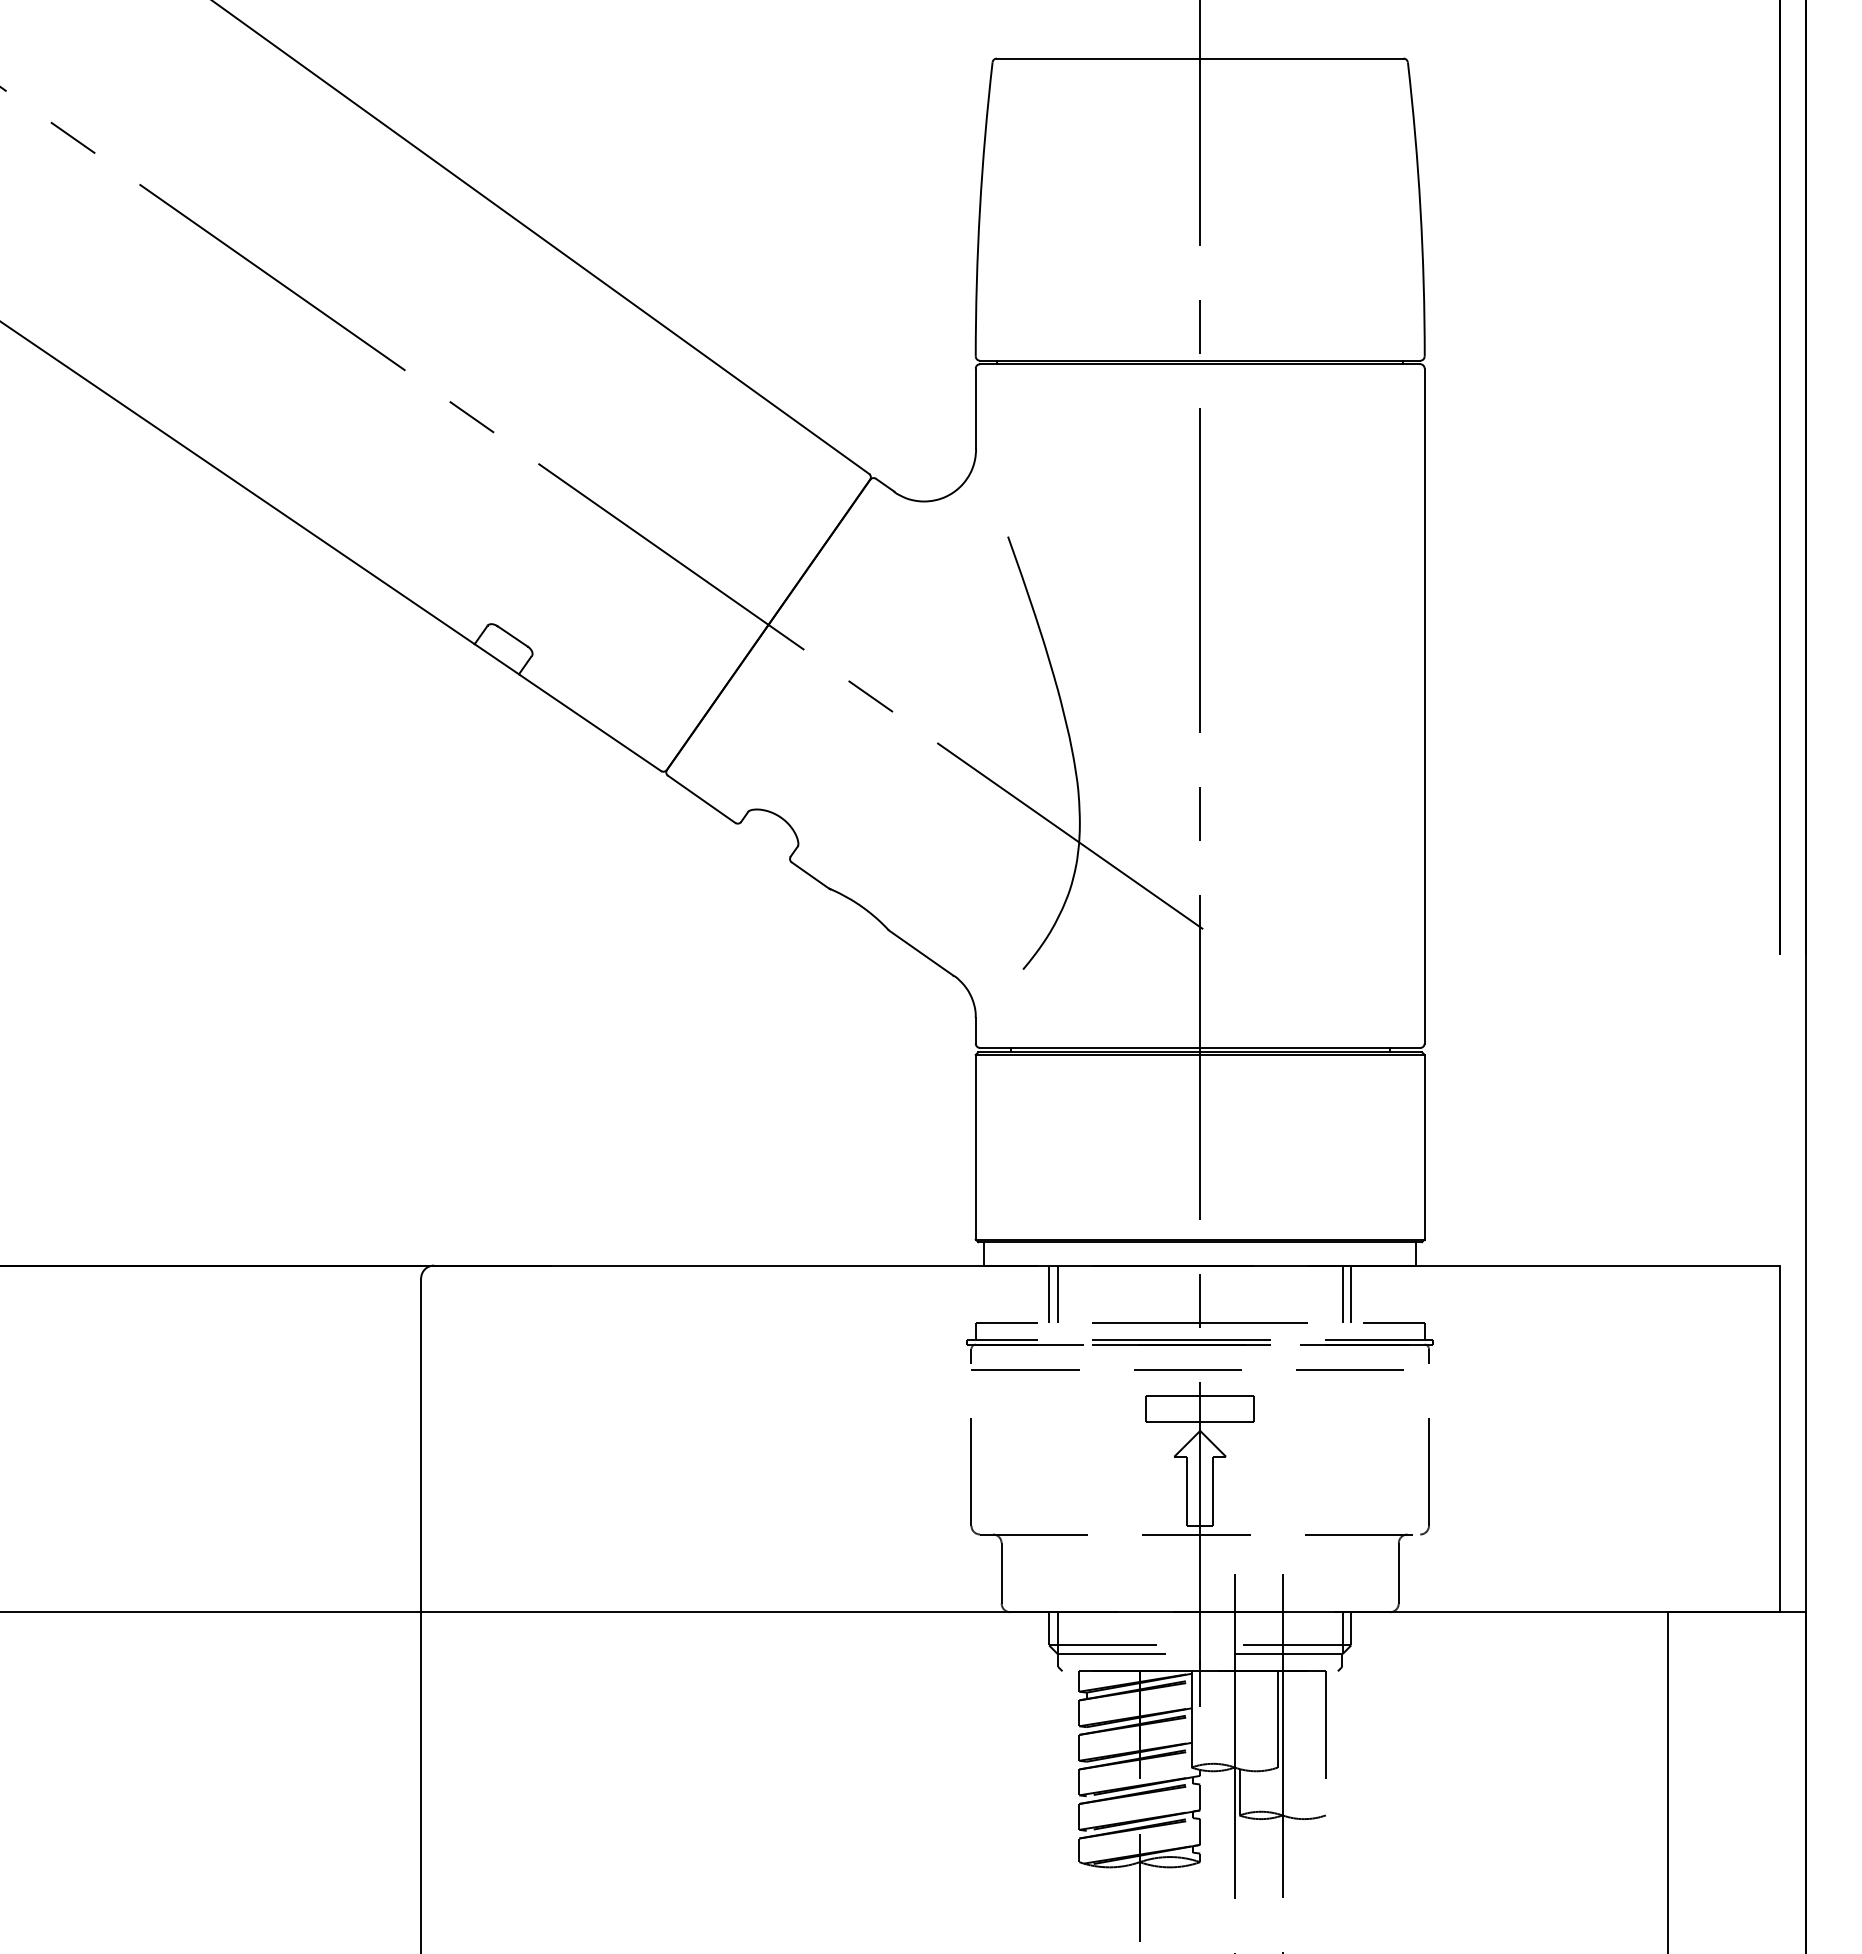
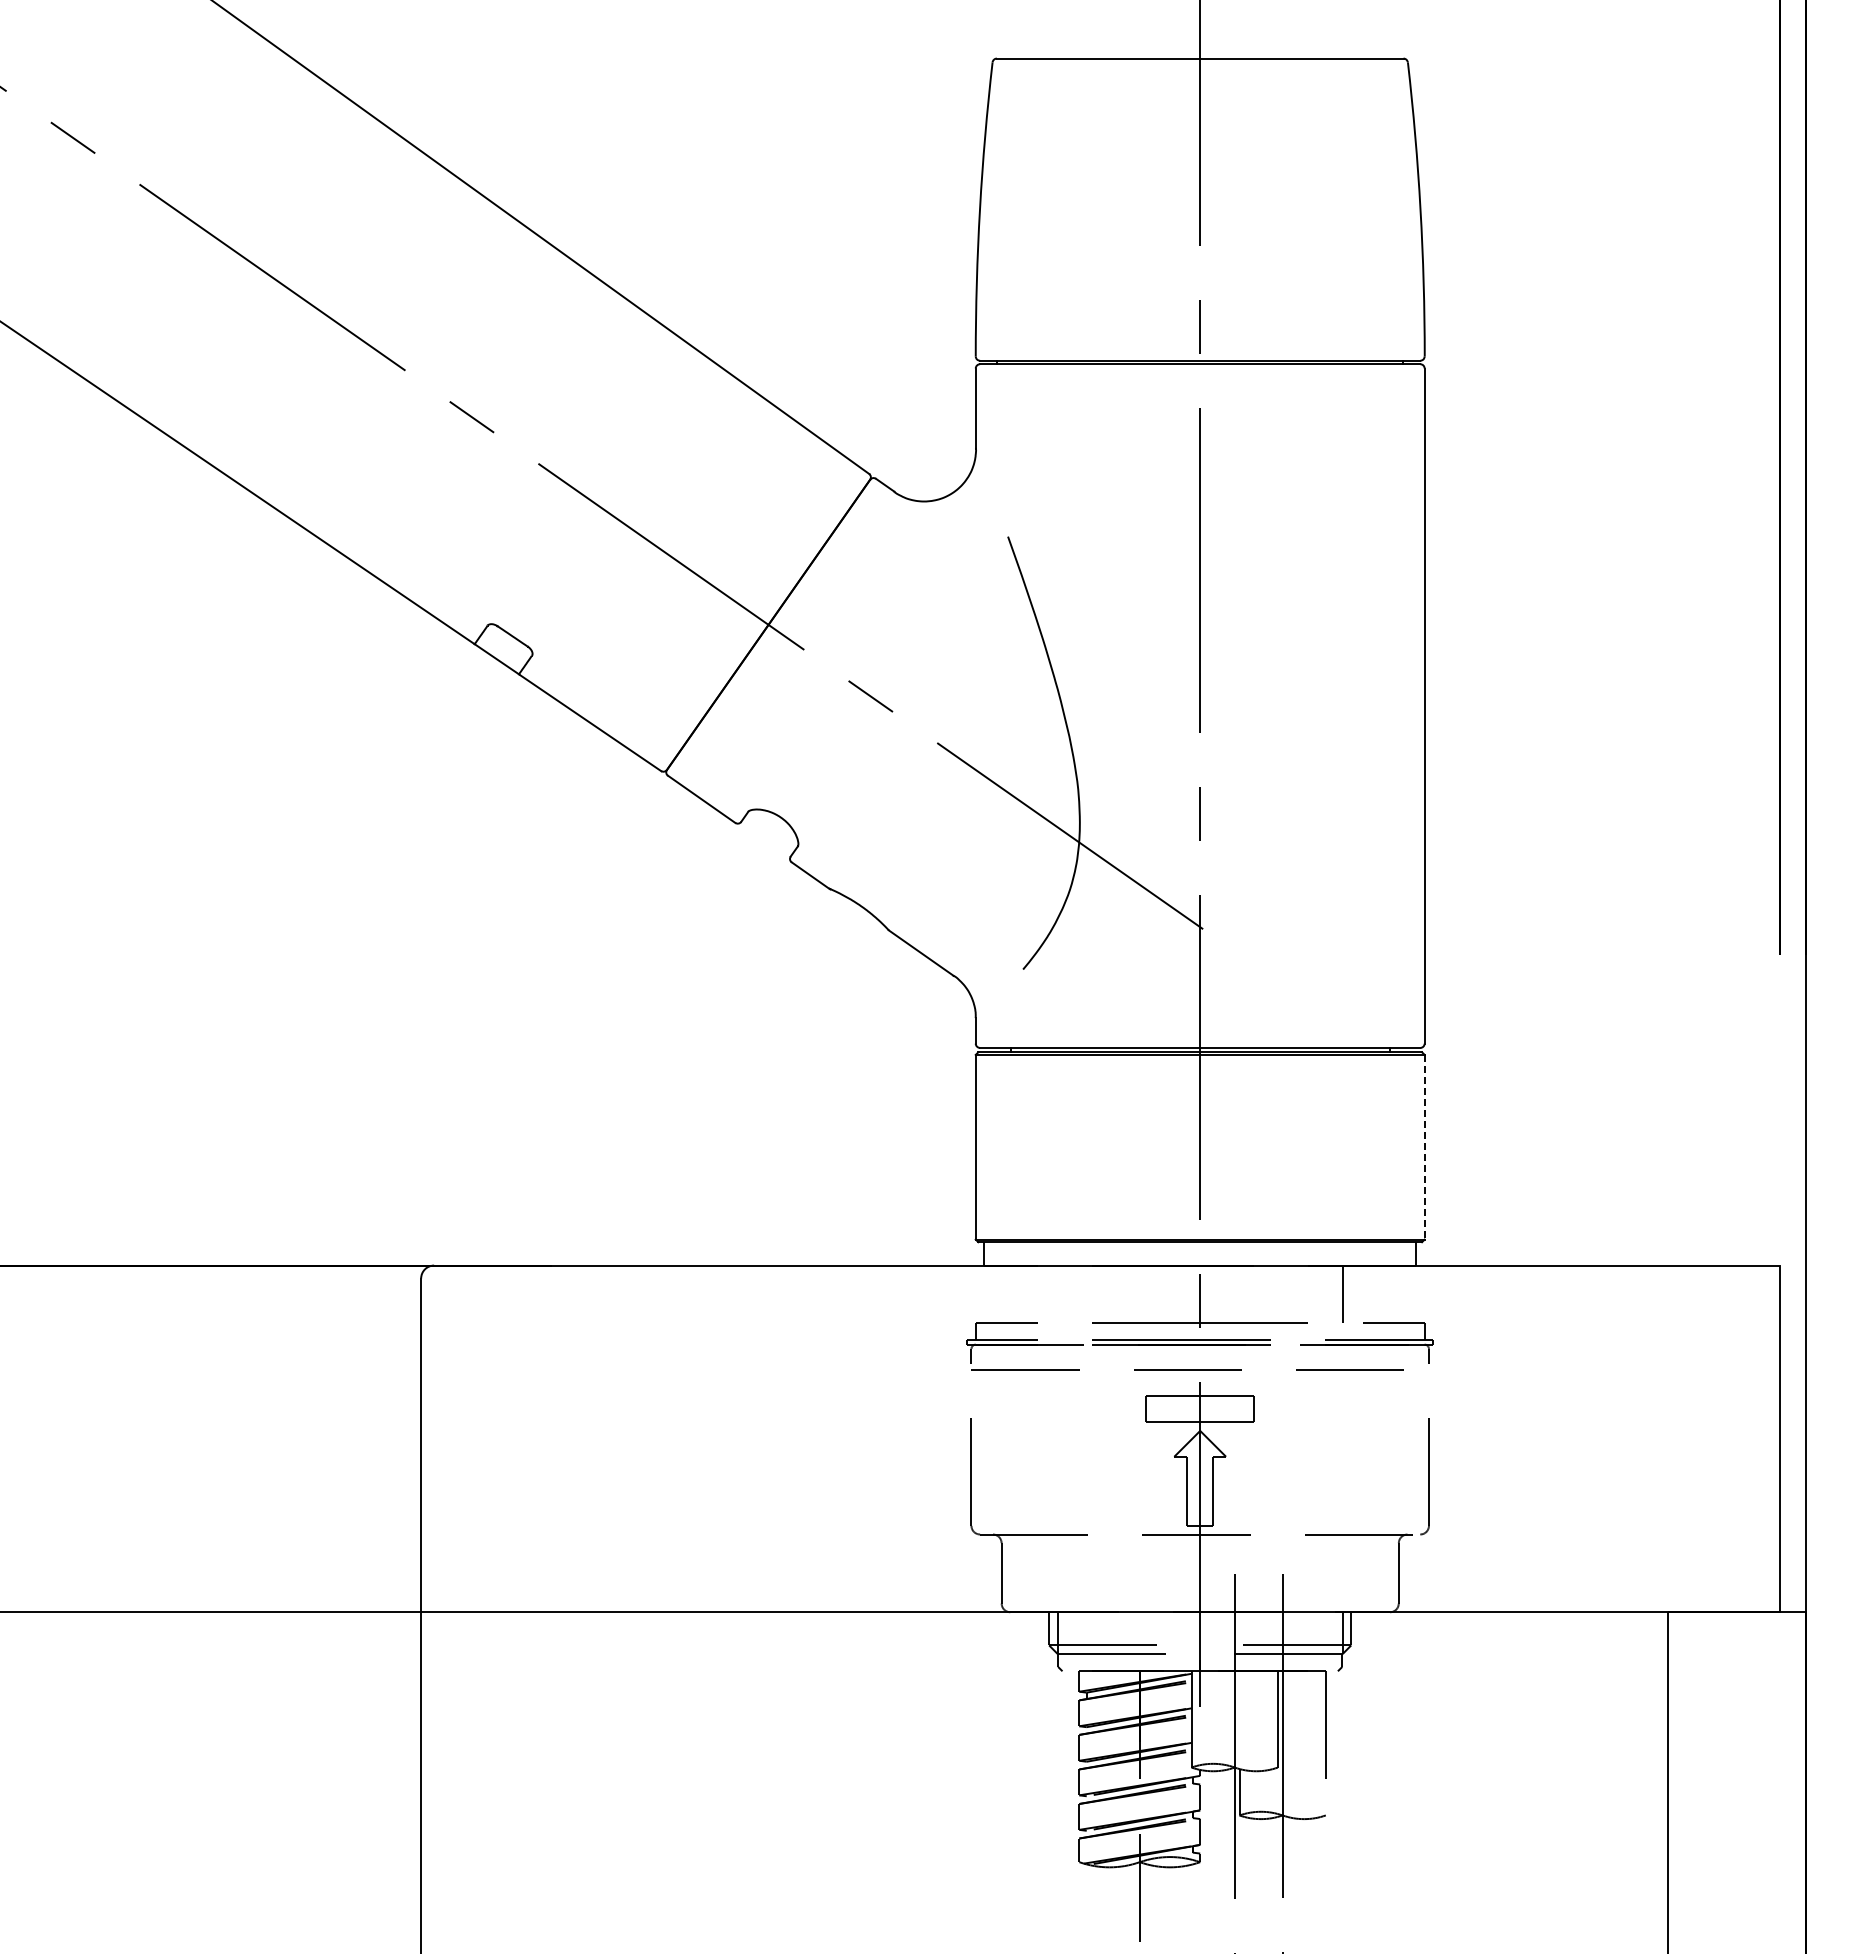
line at (1424, 1147): solid -> dashed
line at (1049, 1293): present -> none
line at (1057, 1293): present -> none
line at (1351, 1293): present -> none
